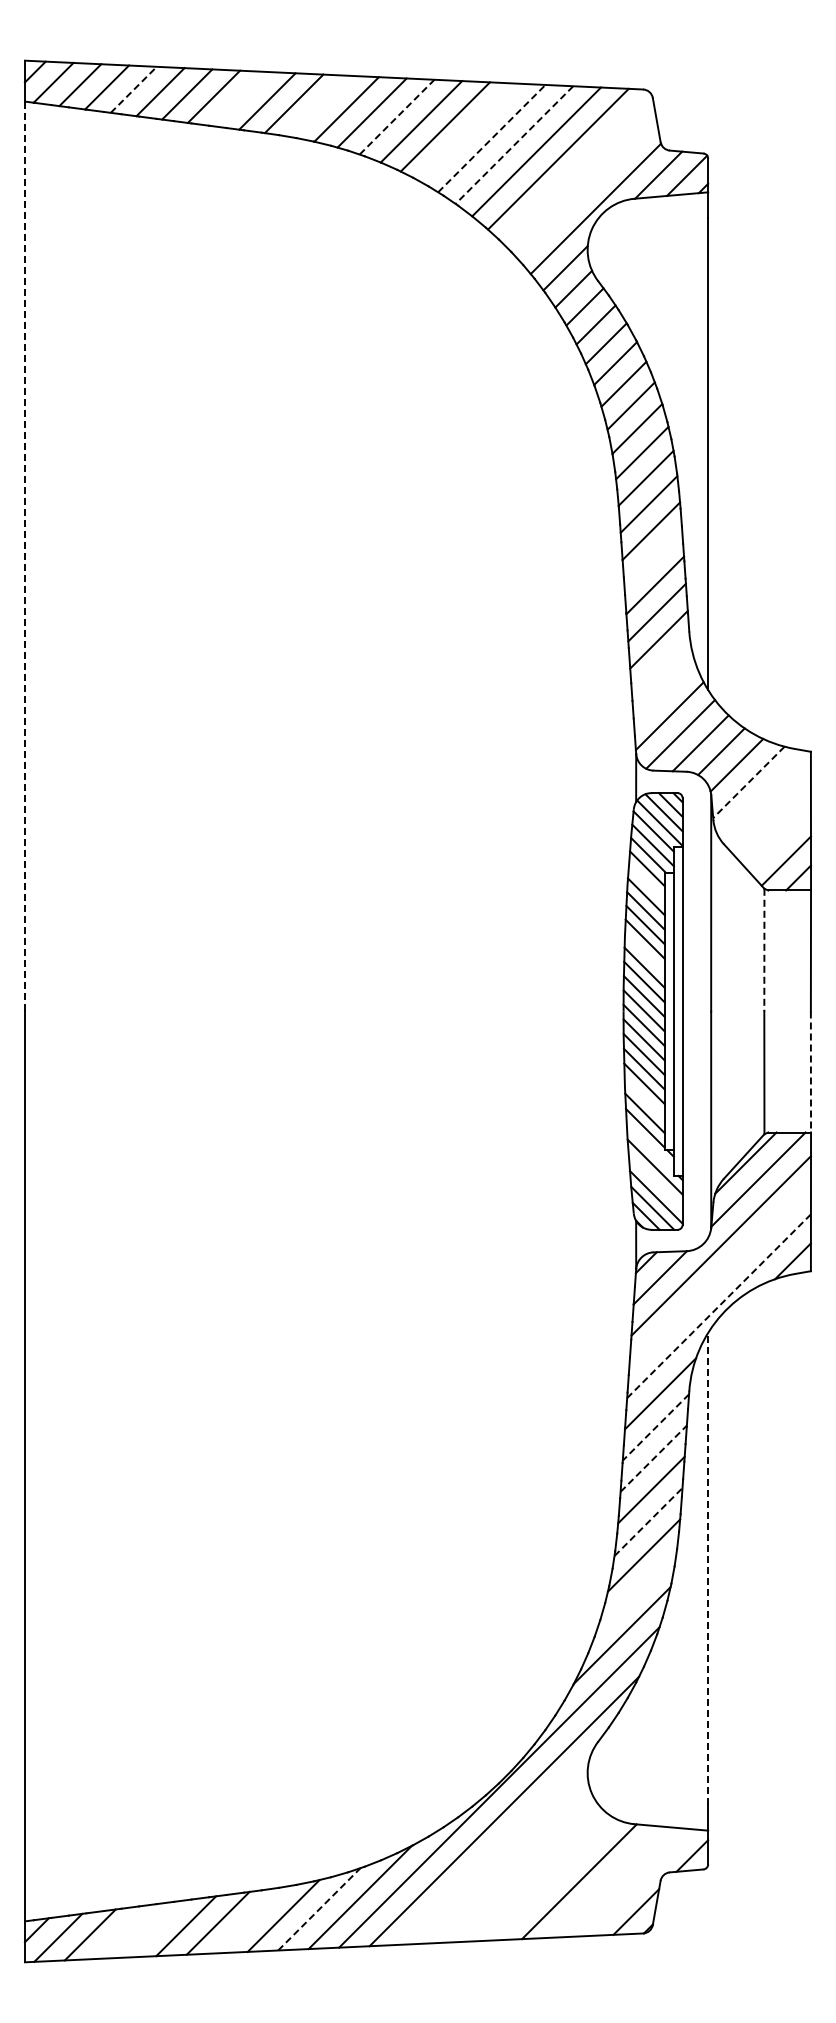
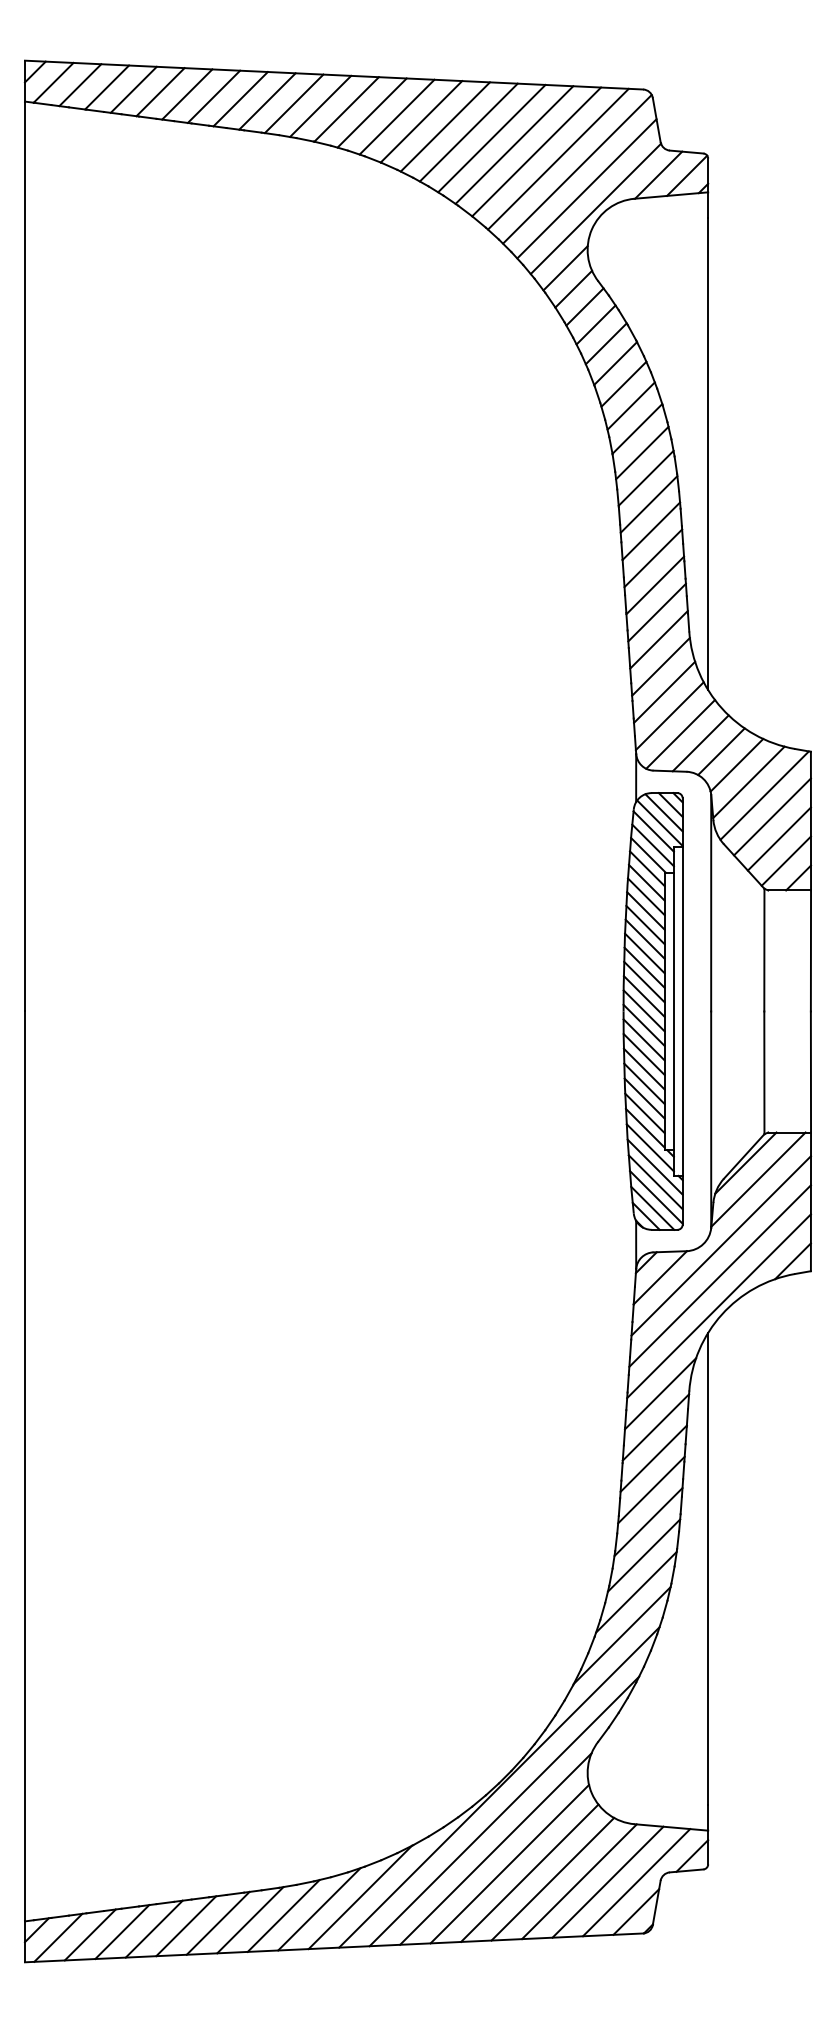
line at (133, 89): dashed -> solid
line at (240, 99): none -> present
line at (320, 105): none -> present
line at (397, 117): dashed -> solid
line at (468, 132): none -> present
line at (491, 138): dashed -> solid
line at (514, 145): dashed -> solid
line at (577, 168): none -> present
line at (586, 188): none -> present
line at (24, 556): dashed -> solid
line at (653, 558): none -> present
line at (660, 666): none -> present
line at (664, 691): none -> present
line at (748, 782): dashed -> solid
line at (764, 795): none -> present
line at (772, 816): none -> present
line at (778, 838): none -> present
line at (646, 882): none -> present
line at (764, 950): dashed -> solid
line at (644, 953): none -> present
line at (810, 1072): dashed -> solid
line at (644, 1098): none -> present
line at (649, 1147): none -> present
line at (655, 1182): none -> present
line at (719, 1275): none -> present
line at (719, 1306): dashed -> solid
line at (655, 1427): dashed -> solid
line at (653, 1458): dashed -> solid
line at (648, 1521): dashed -> solid
line at (708, 1568): dashed -> solid
line at (636, 1591): none -> present
line at (495, 1848): none -> present
line at (509, 1863): none -> present
line at (529, 1872): none -> present
line at (552, 1878): none -> present
line at (607, 1881): none -> present
line at (636, 1882): none -> present
line at (319, 1909): dashed -> solid
line at (250, 1920): none -> present
line at (153, 1928): none -> present
line at (122, 1932): none -> present
